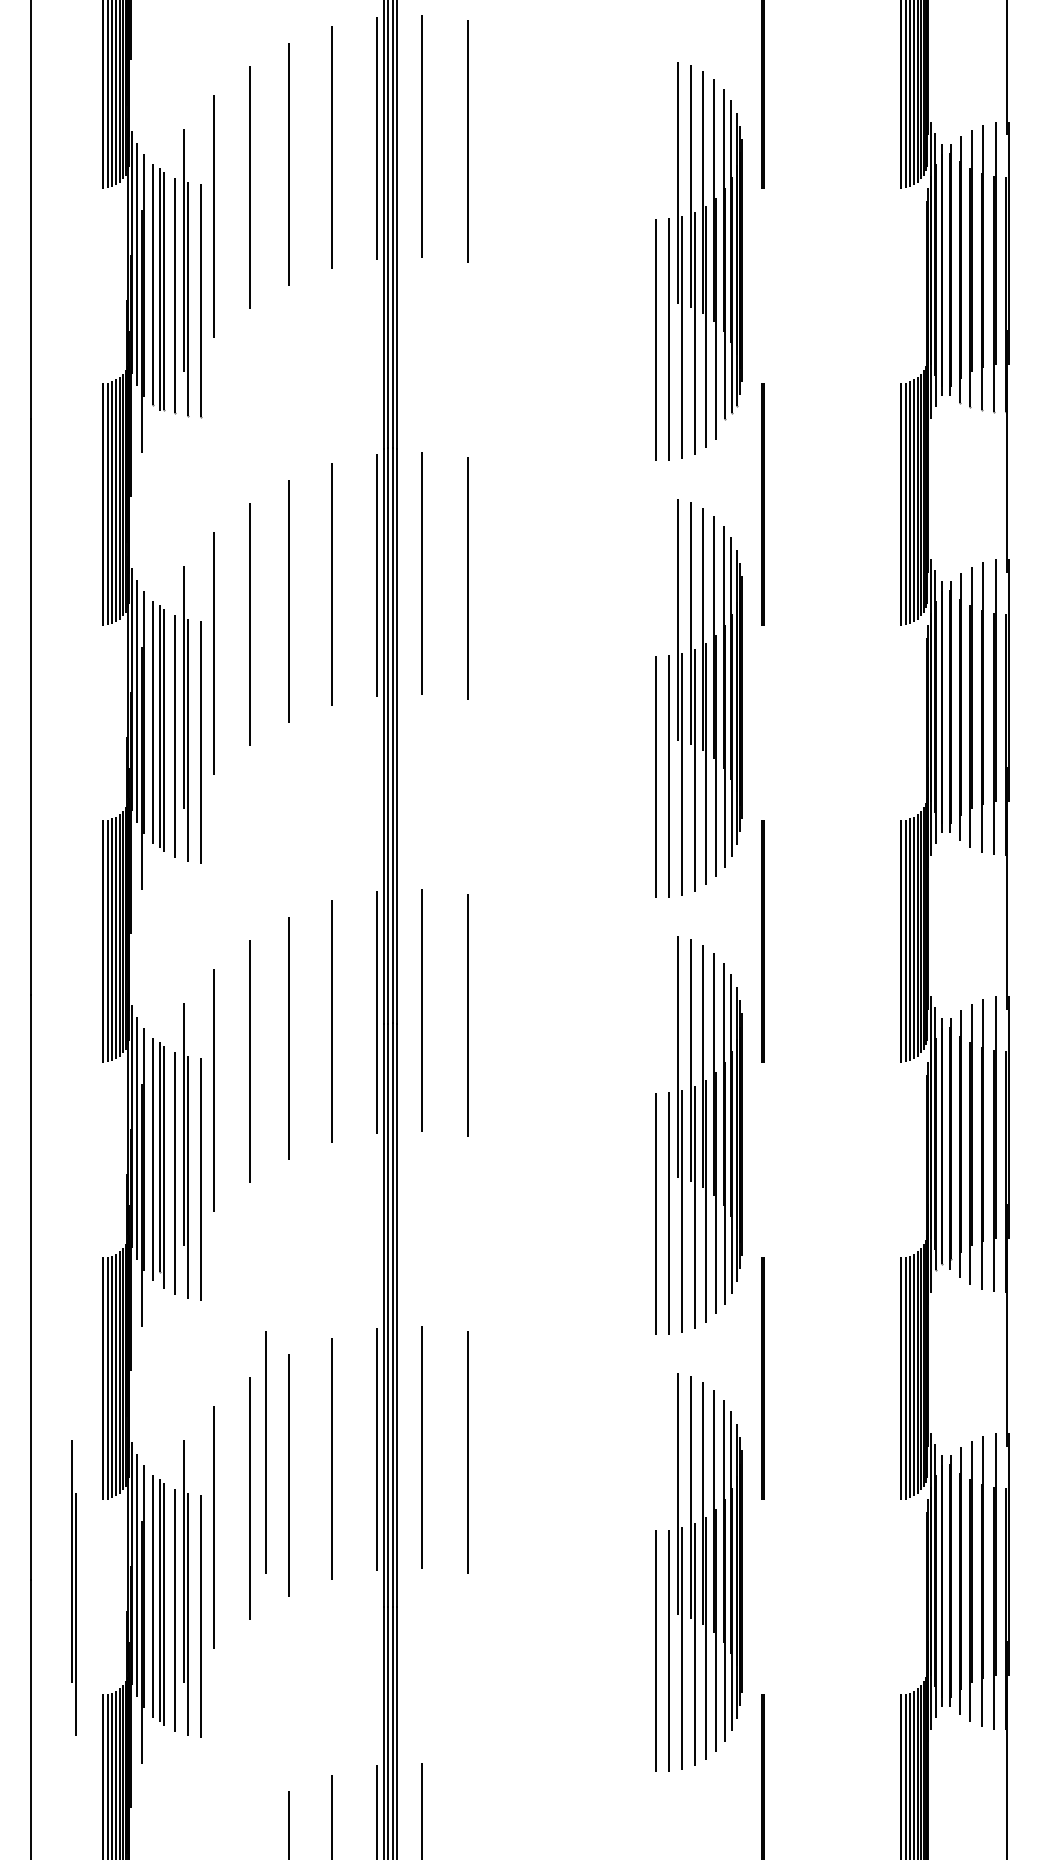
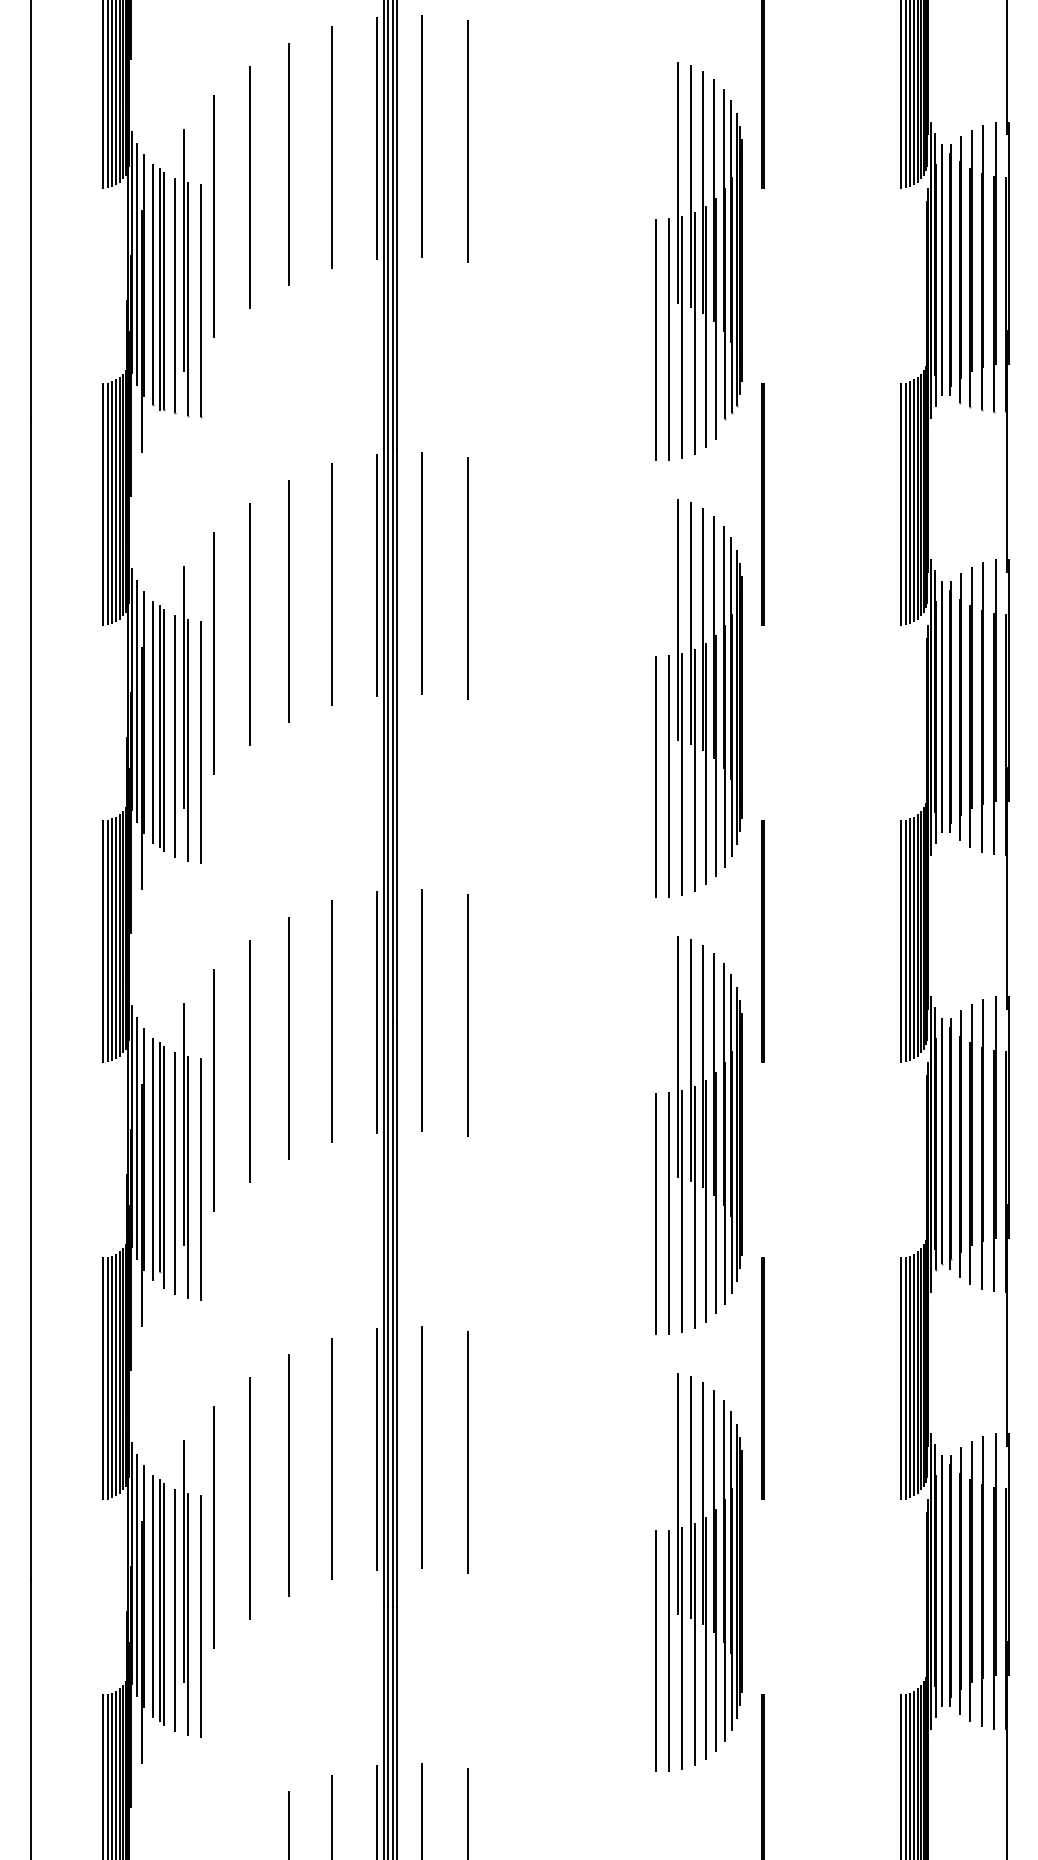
line at (265, 1452): present -> none
part at (73, 1587): present -> none
line at (467, 1812): none -> present
